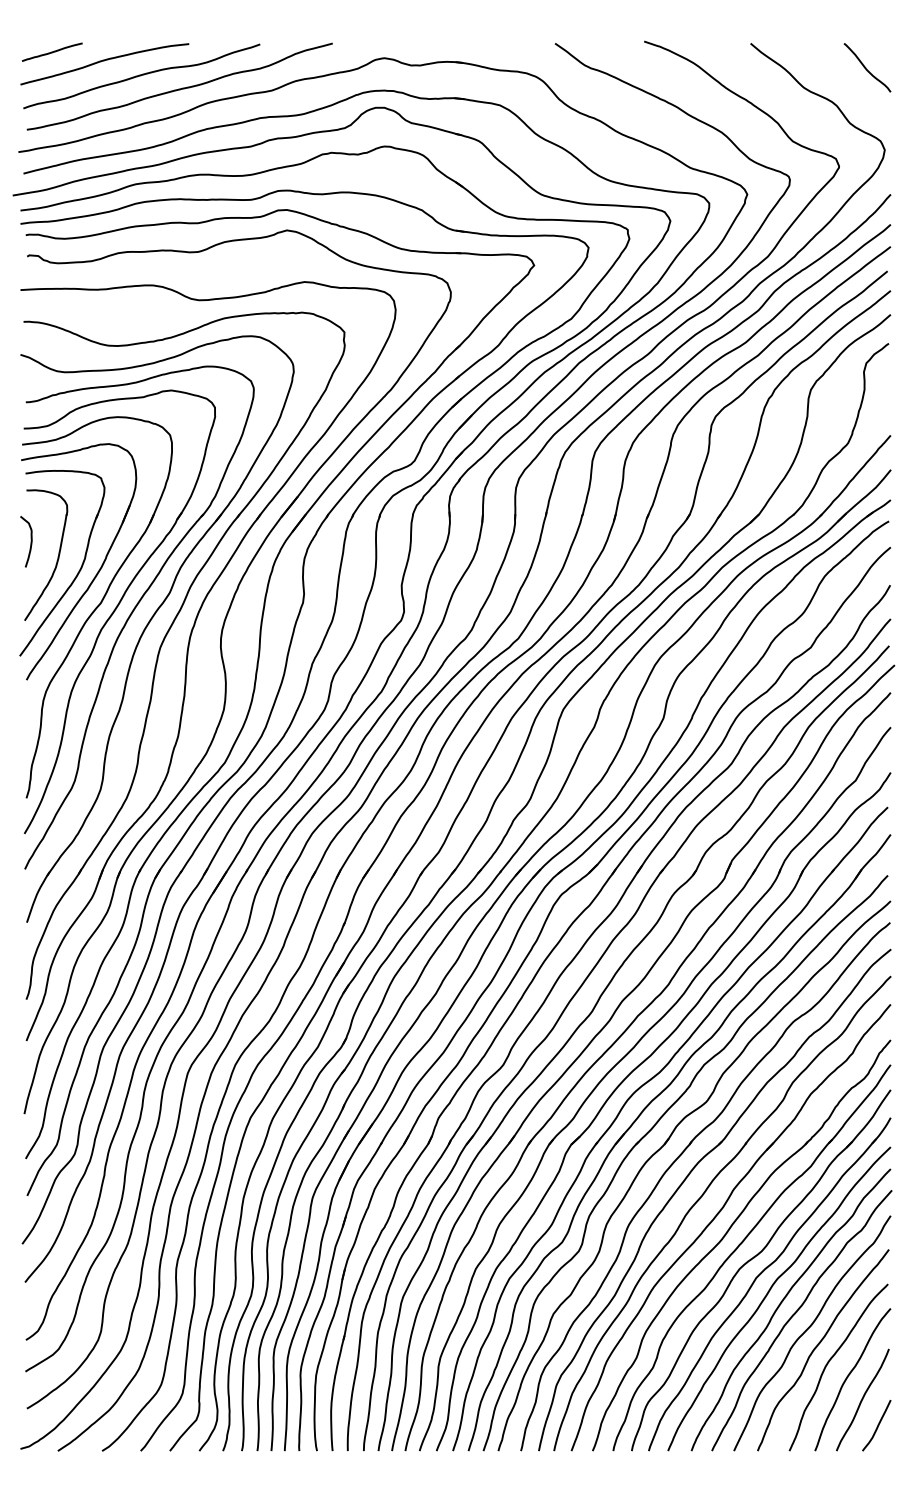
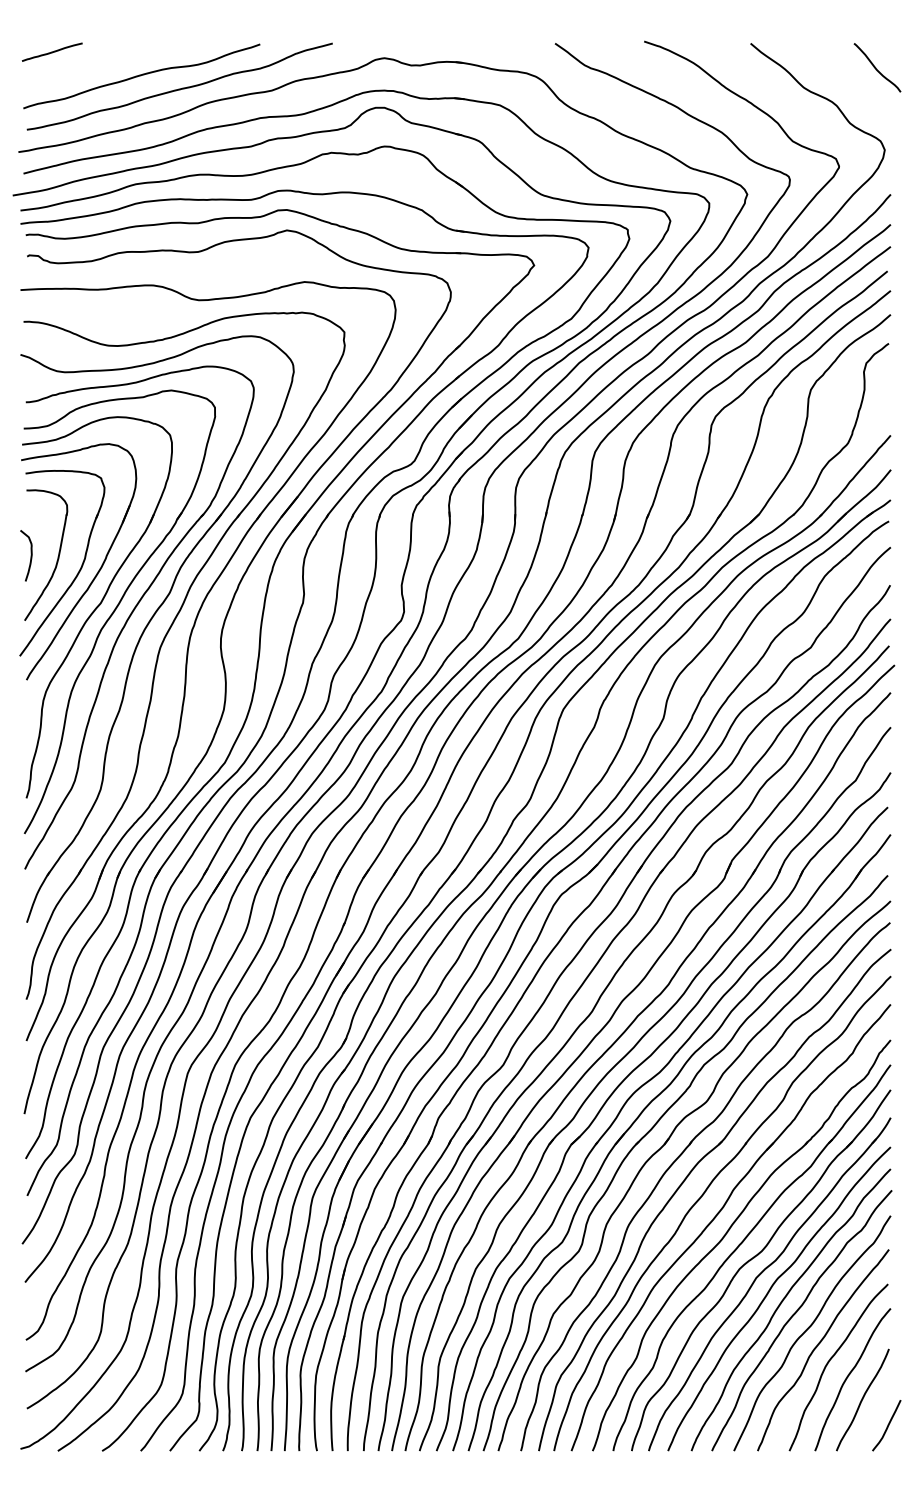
curve at (104, 61): present -> none
curve at (866, 67) position: (866, 67) -> (876, 67)
curve at (30, 541) position: (30, 541) -> (30, 555)
curve at (877, 1425) position: (877, 1425) -> (887, 1425)
